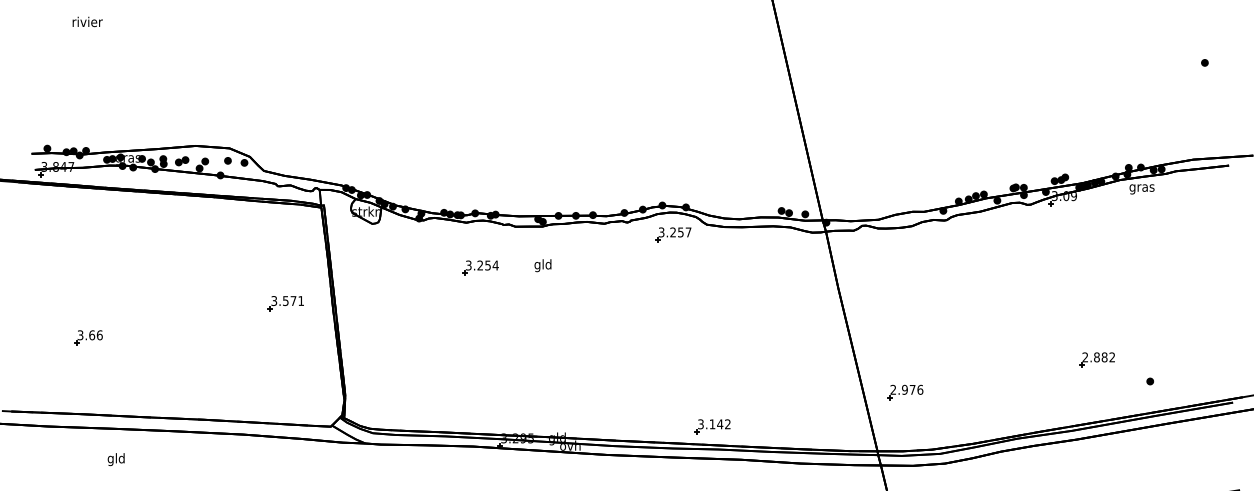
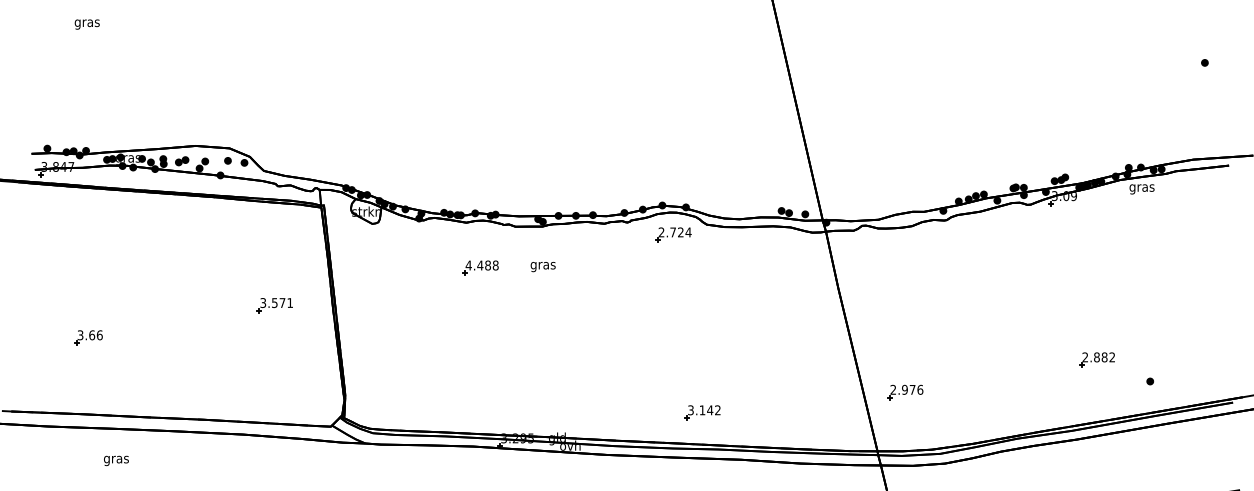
text at (87, 22): rivier -> gras
text at (674, 232): 3.257 -> 2.724
text at (481, 265): 3.254 -> 4.488
text at (542, 265): gld -> gras
part at (285, 303) position: (285, 303) -> (274, 305)
part at (712, 426) position: (712, 426) -> (702, 412)
text at (116, 459): gld -> gras
